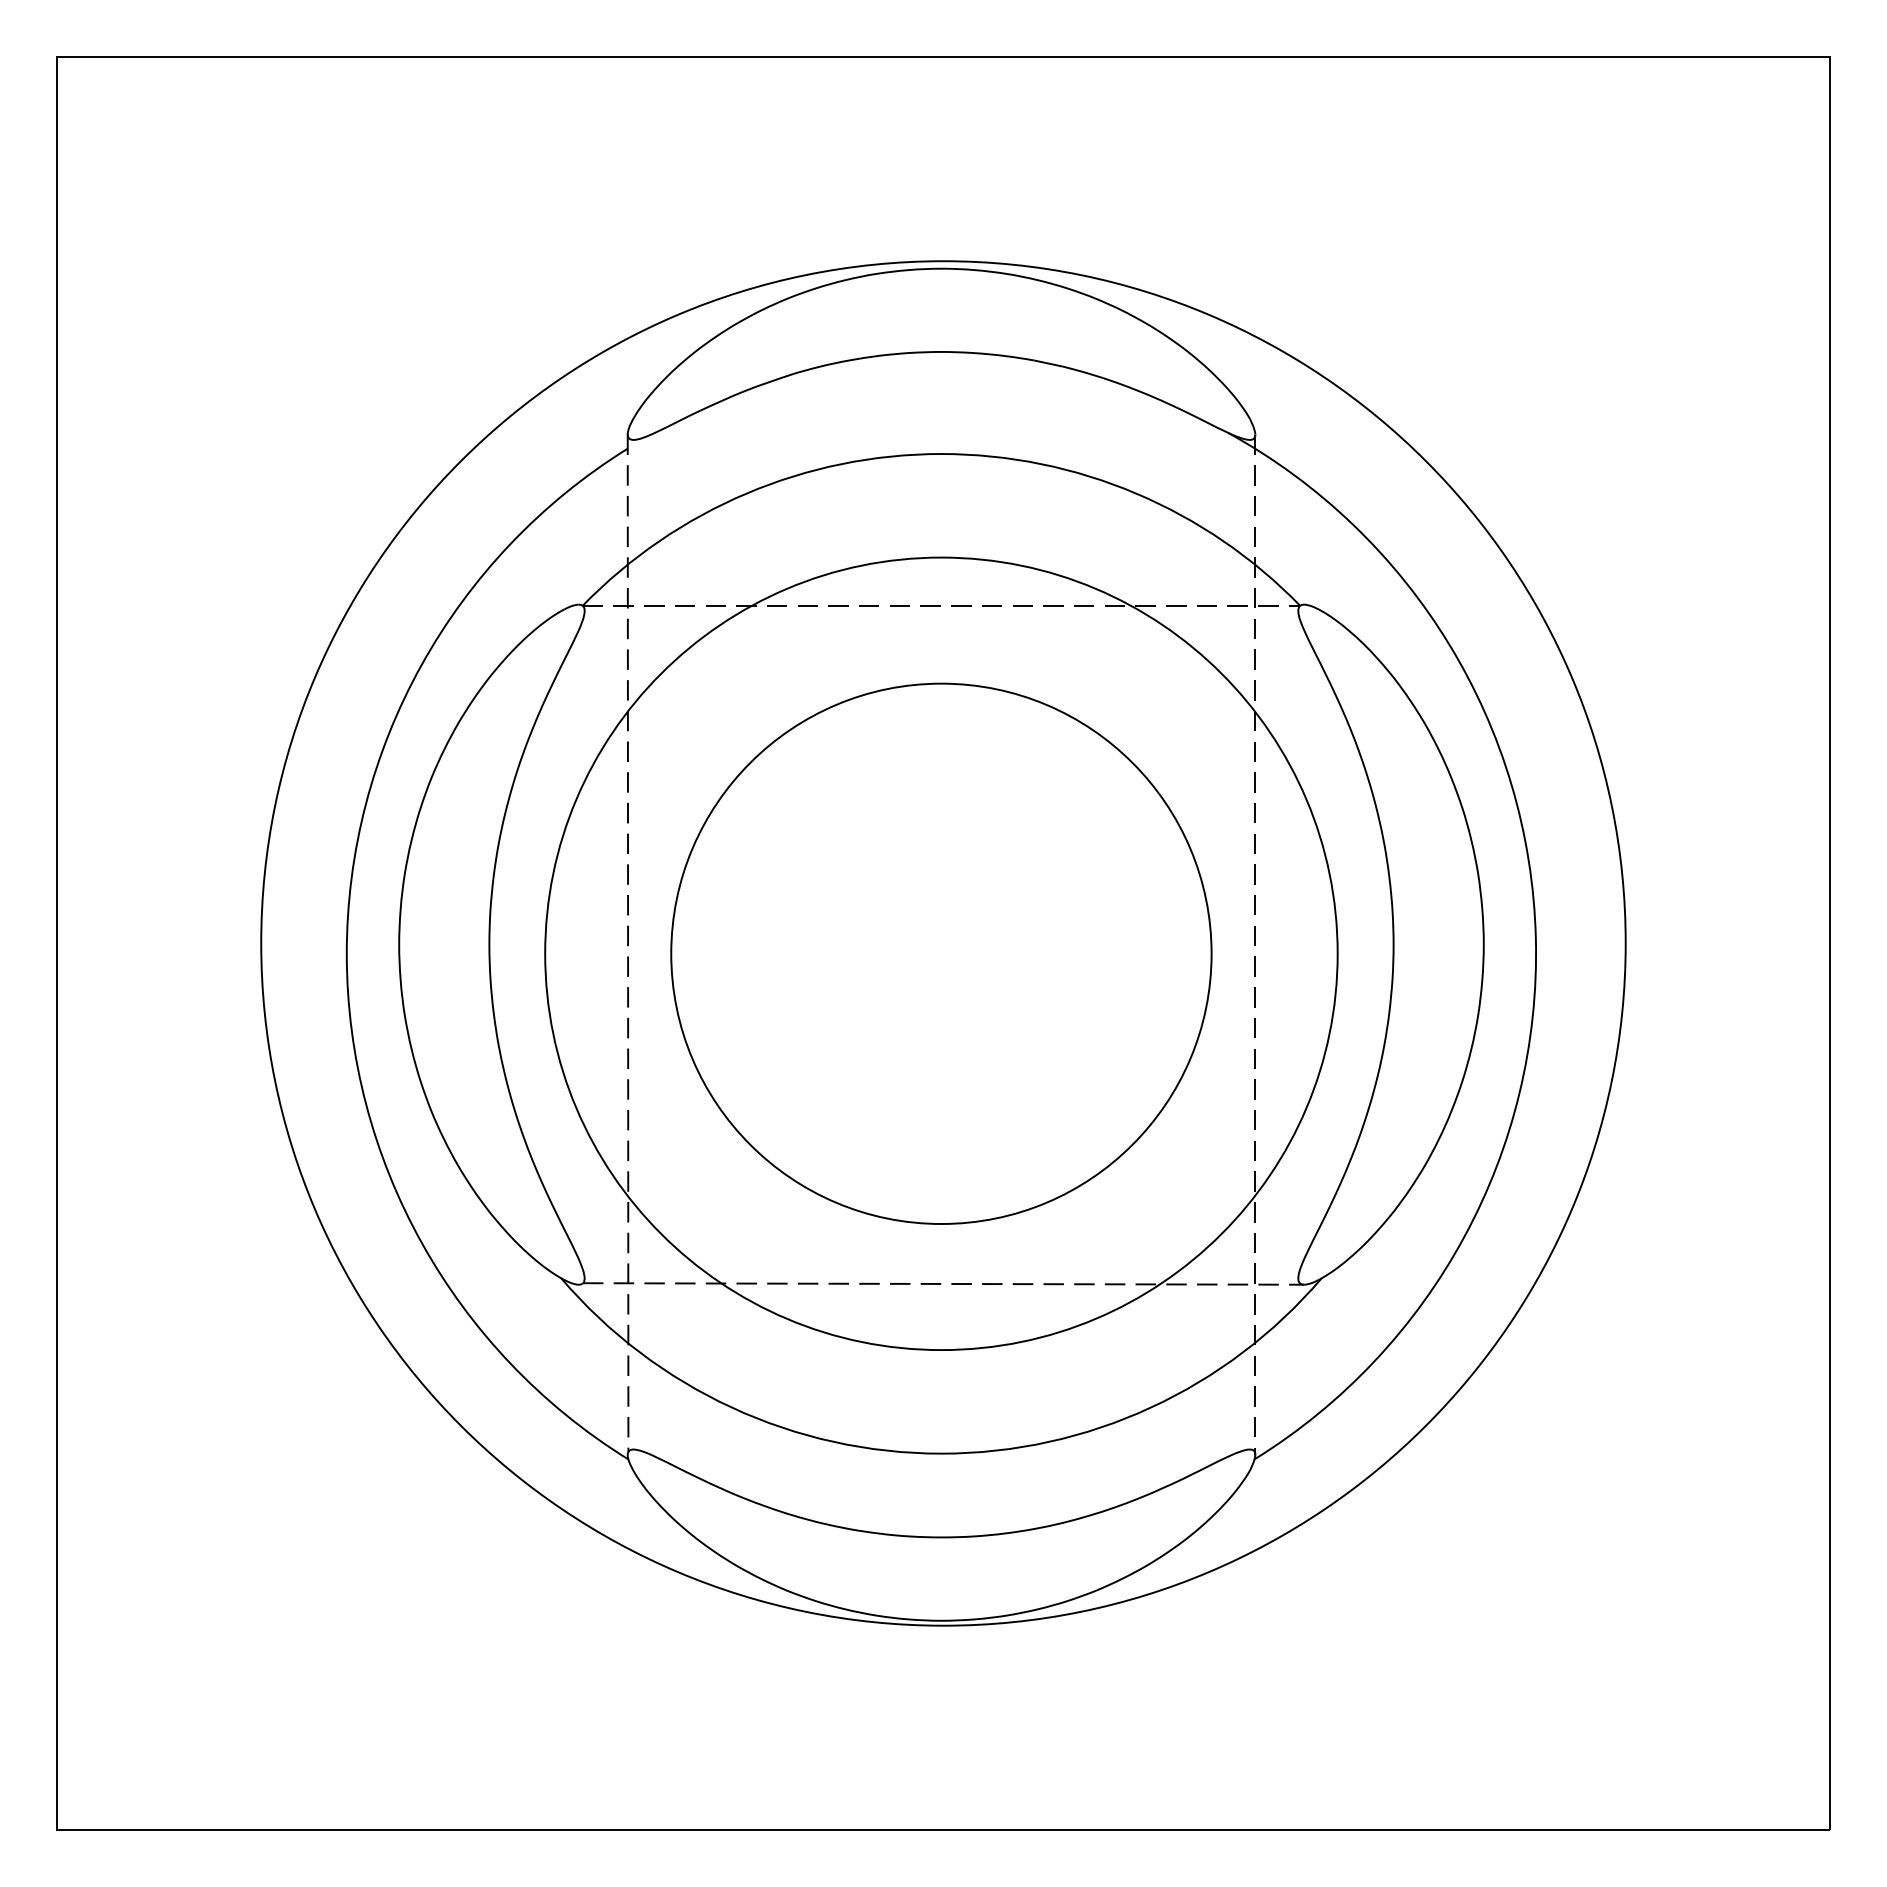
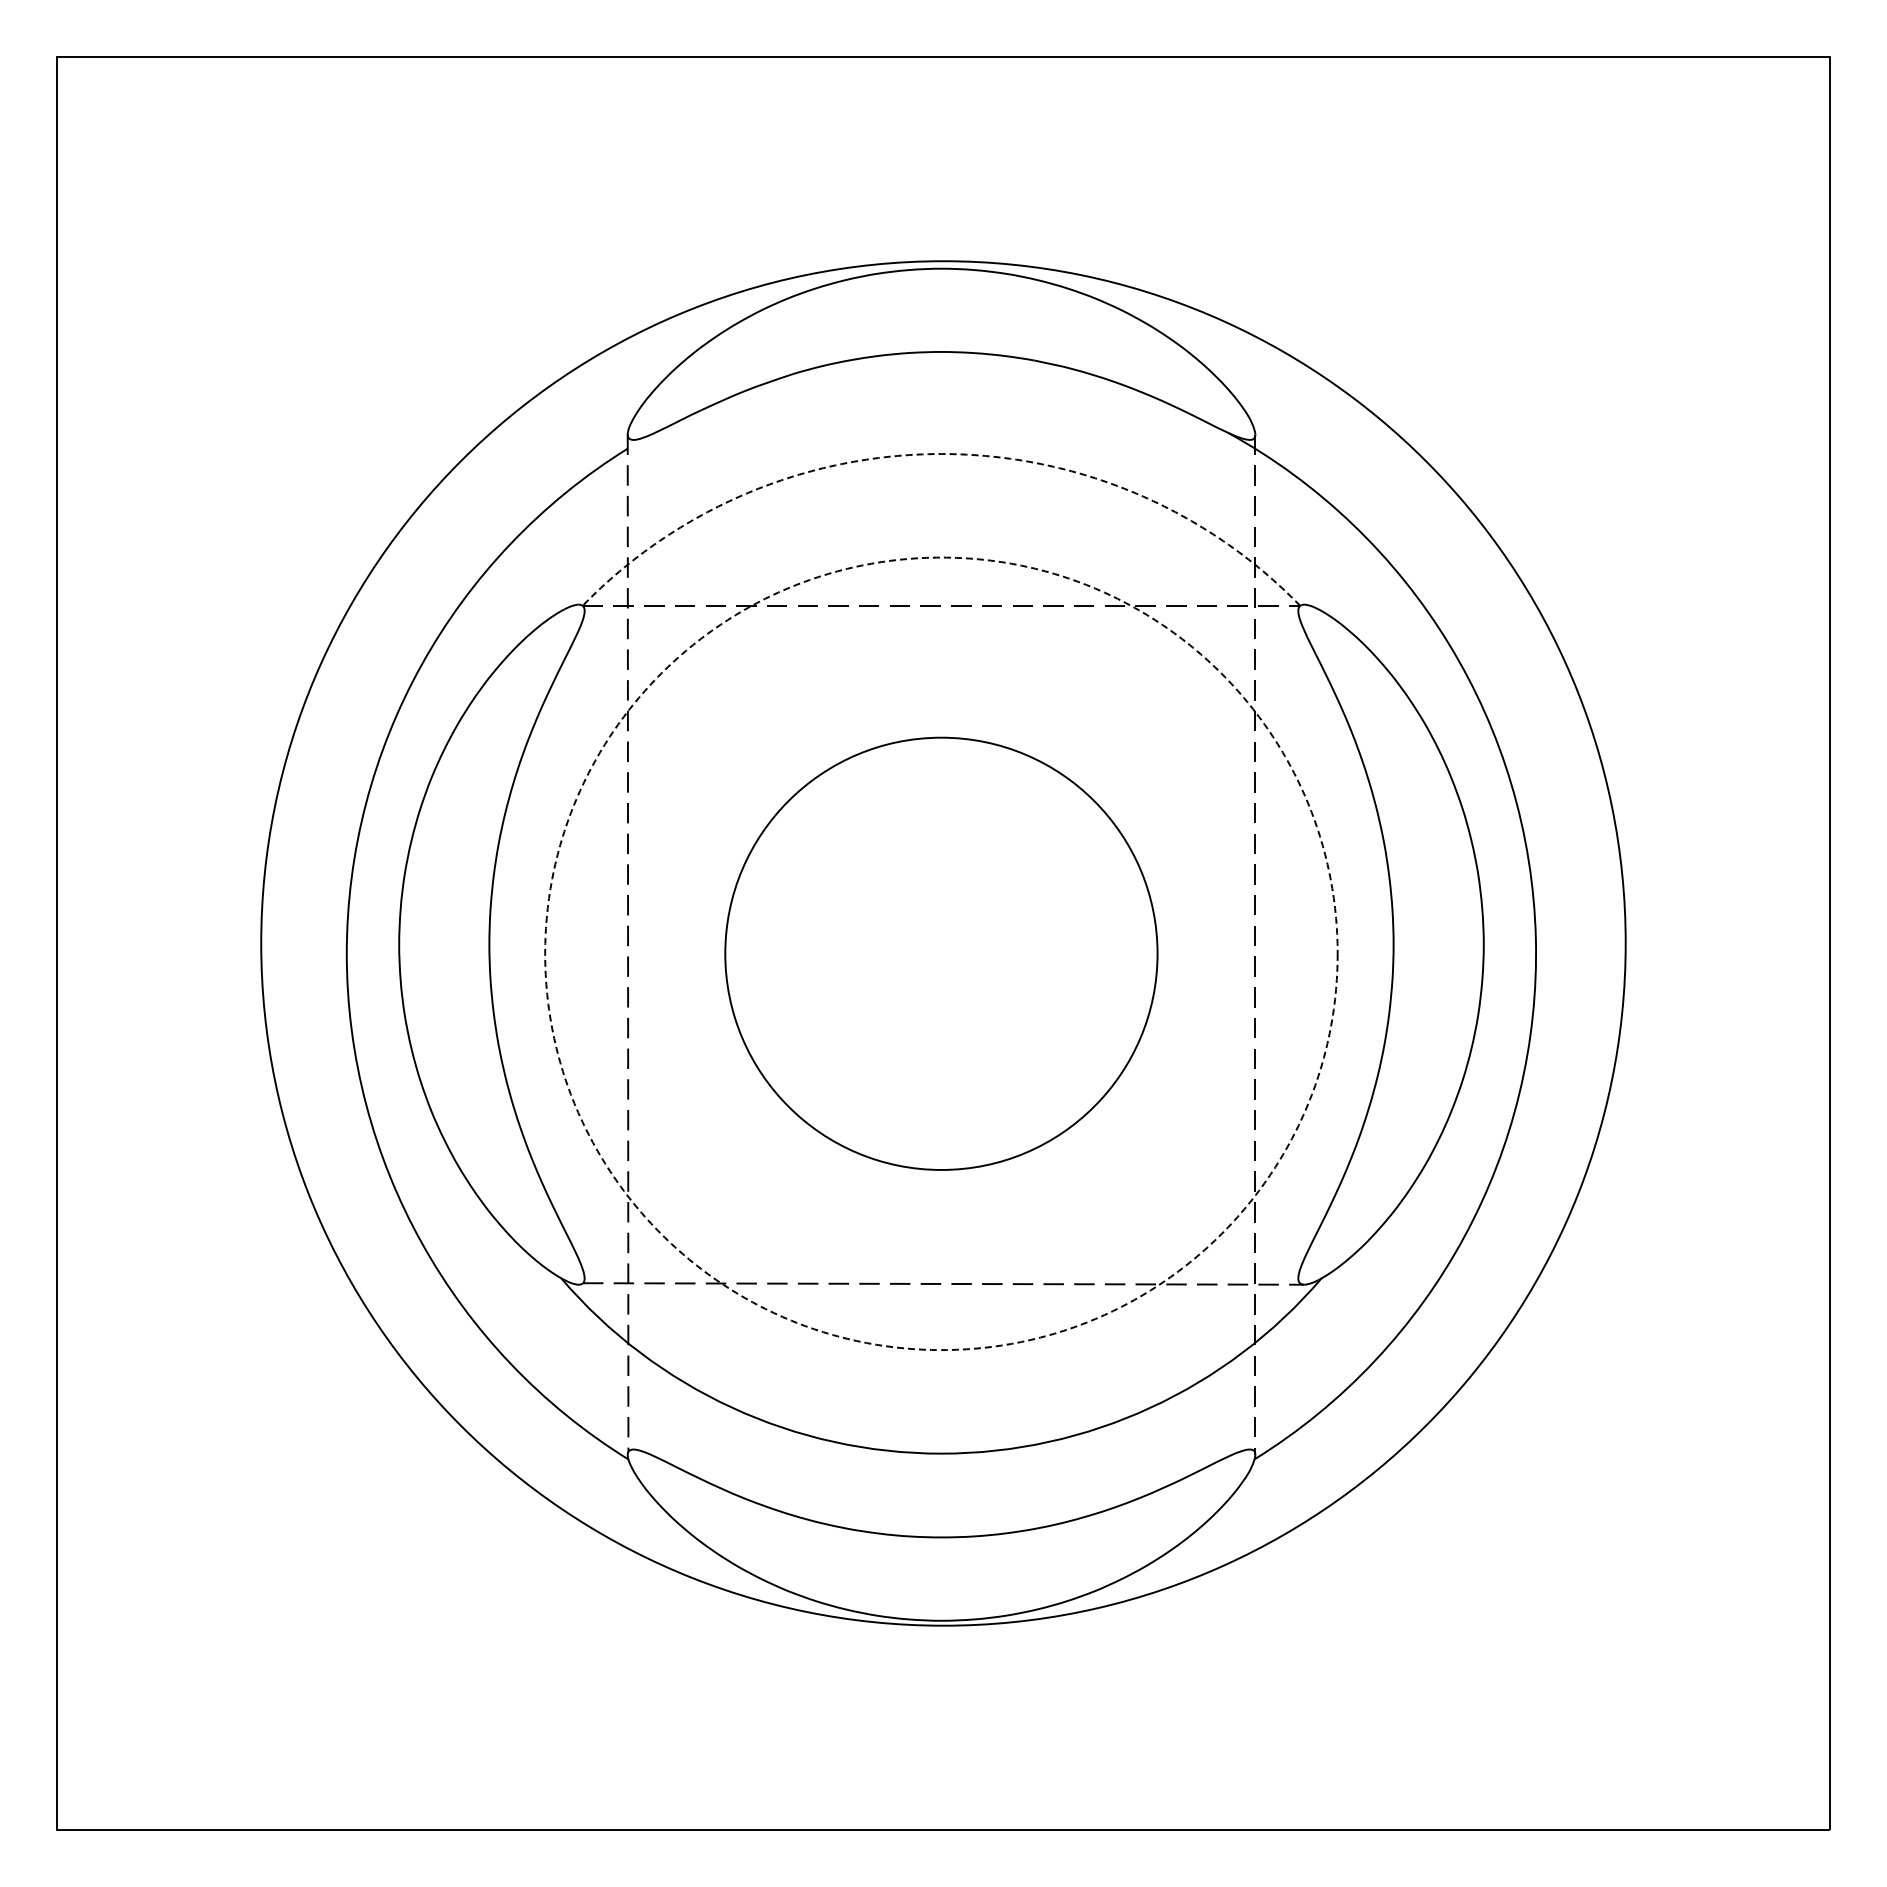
arc at (941, 454): solid -> dashed
circle at (941, 953) diameter: 540 px -> 432 px
circle at (941, 953): solid -> dashed
